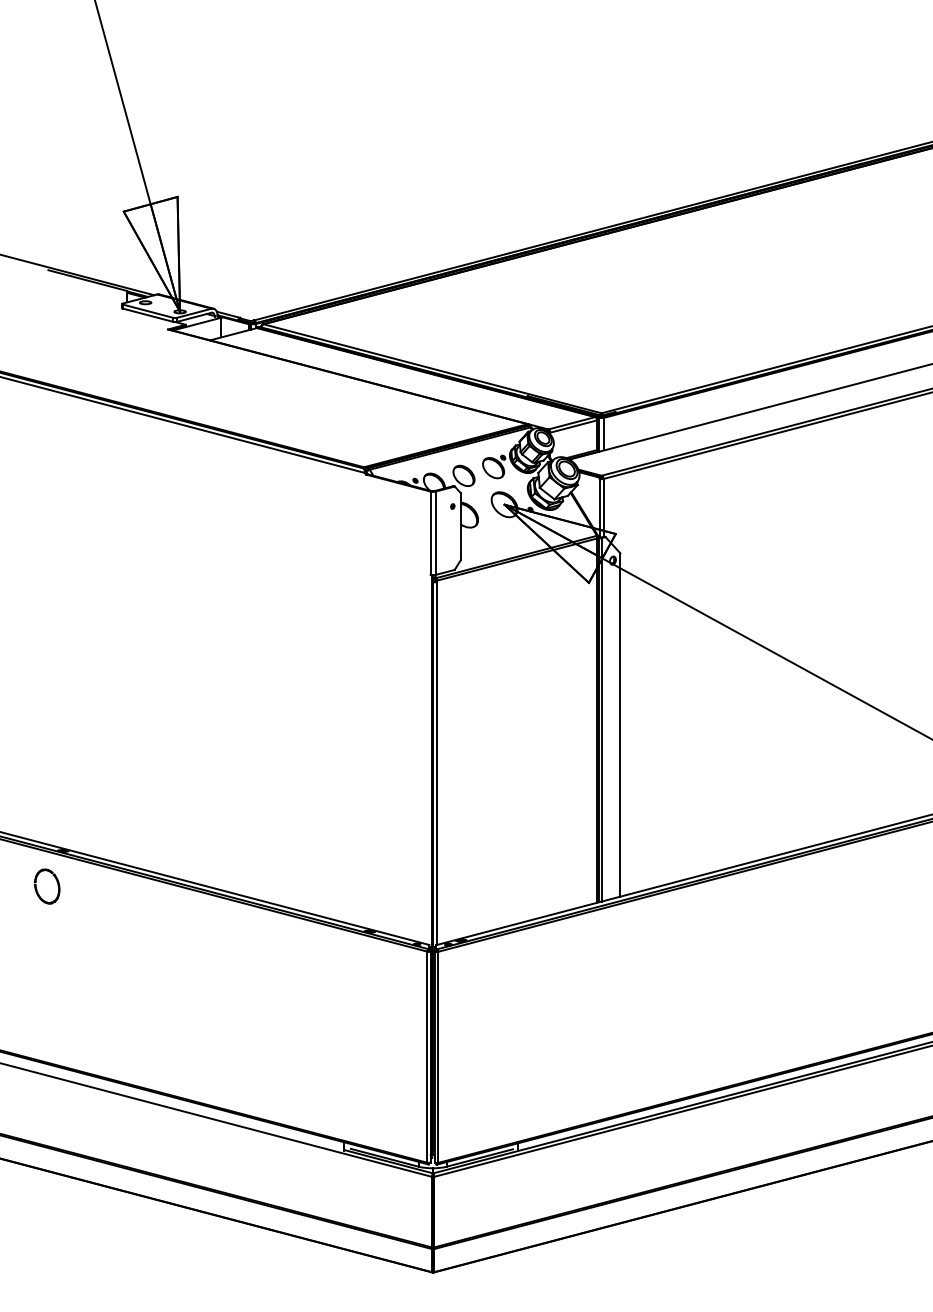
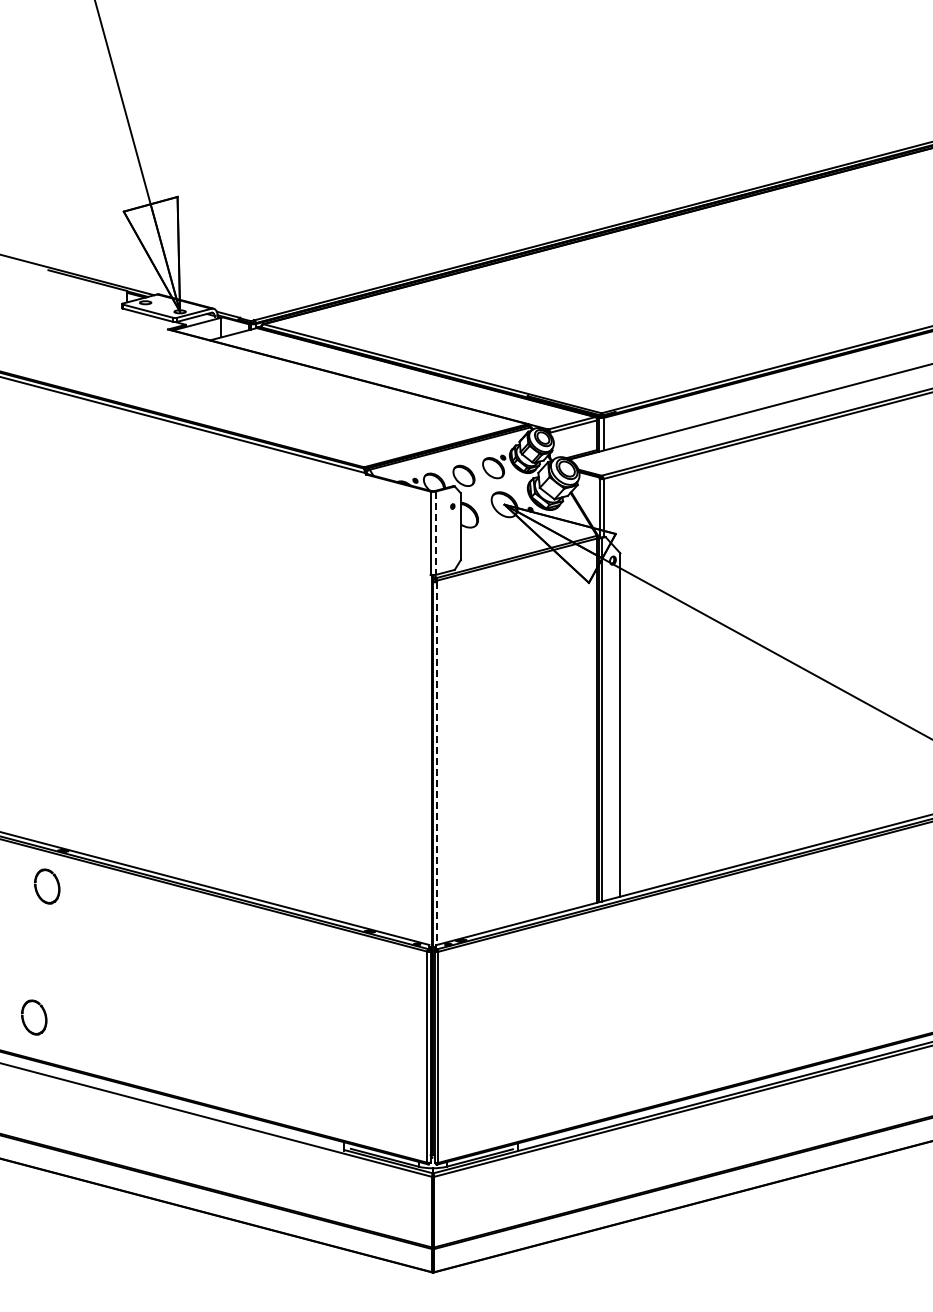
line at (435, 533): solid -> dashed
line at (437, 763): solid -> dashed
part at (34, 1017): none -> present
